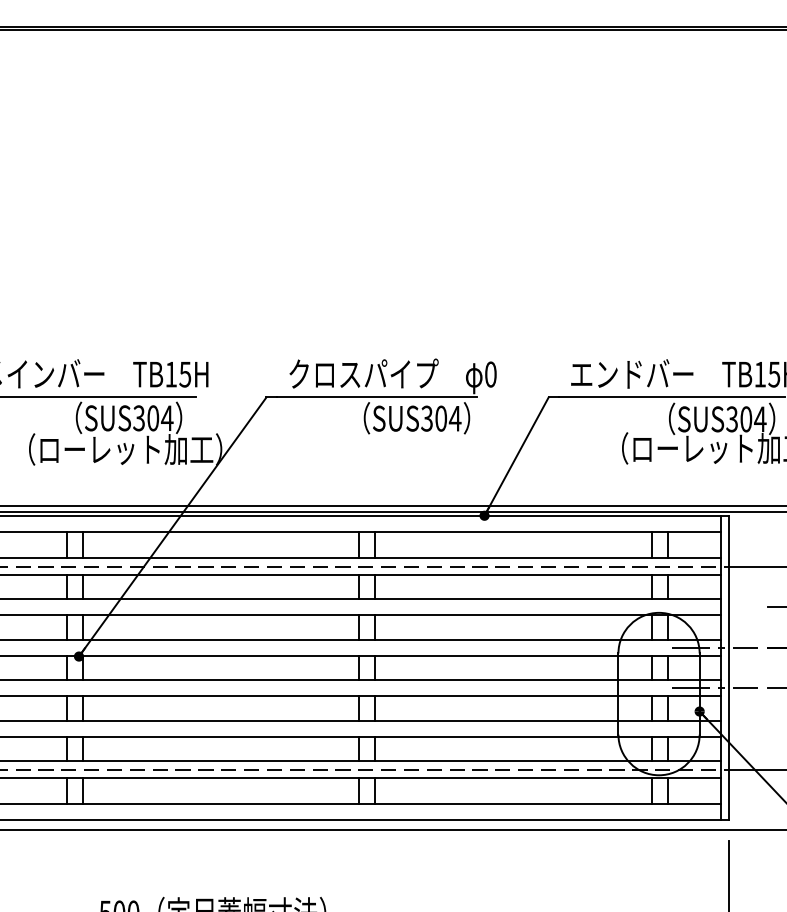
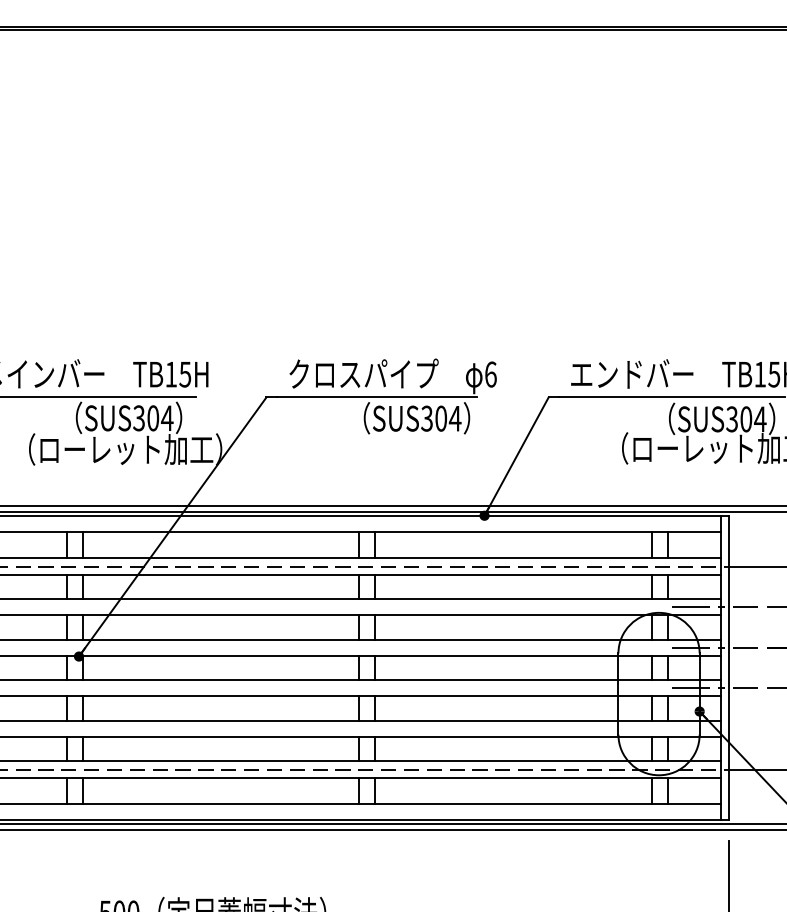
text at (490, 374): 0 -> 6
line at (714, 607): none -> present
line at (392, 824): none -> present
